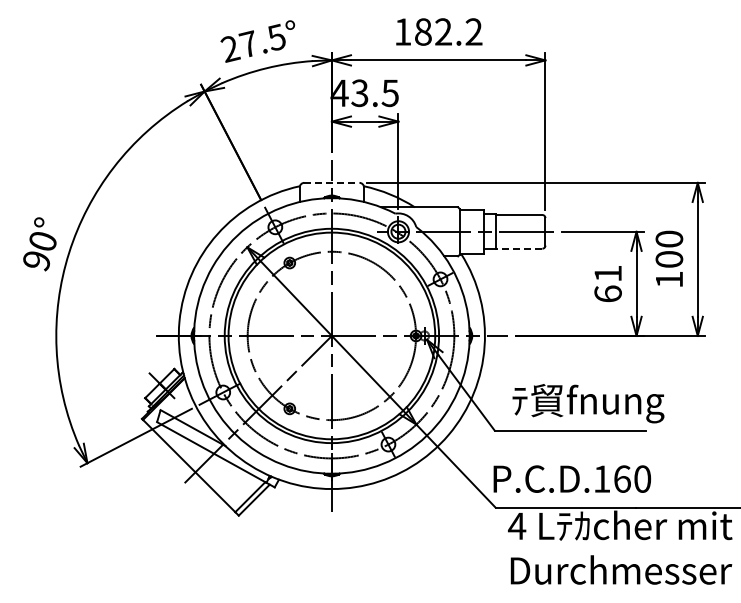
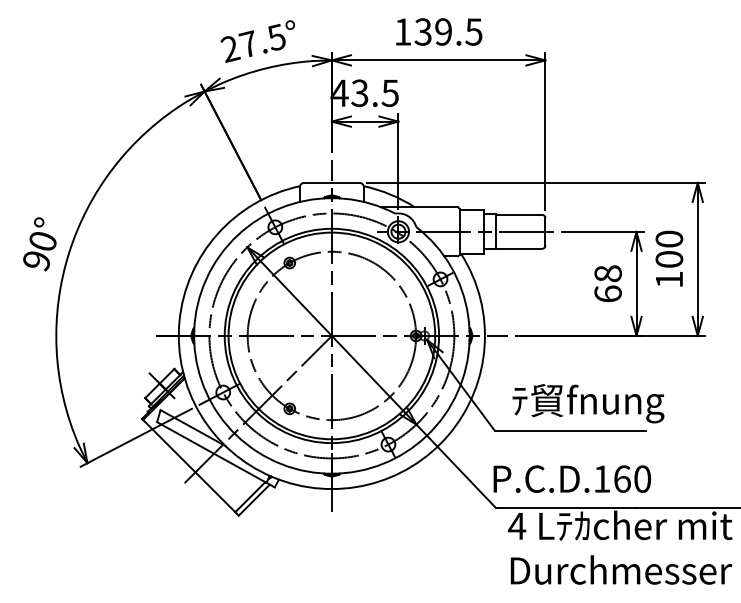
text at (448, 31): 182.2 -> 139.5
line at (331, 182): dashed -> solid
line at (519, 248): dashed -> solid
text at (607, 273): 61 -> 68
